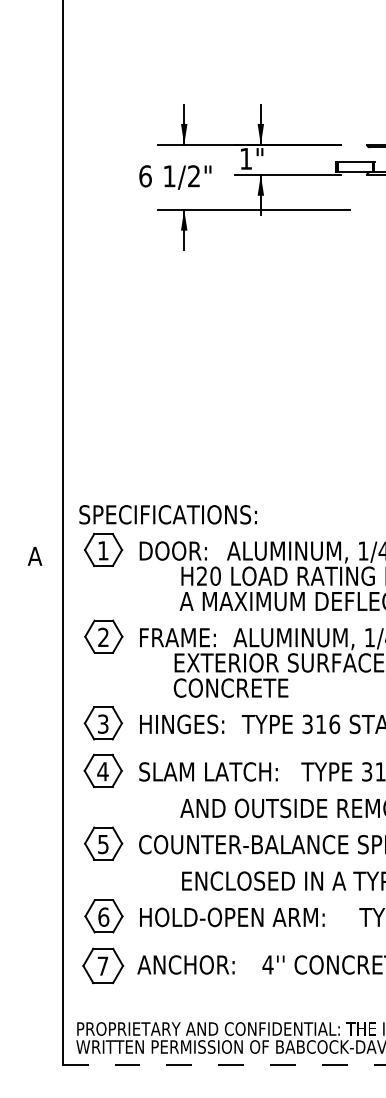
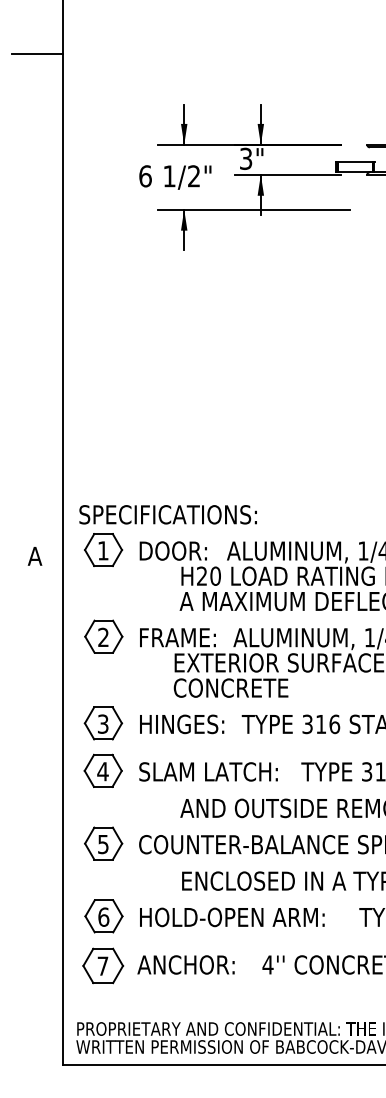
line at (36, 54): none -> present
text at (246, 158): 1" -> 3"
line at (223, 1065): dashed -> solid
